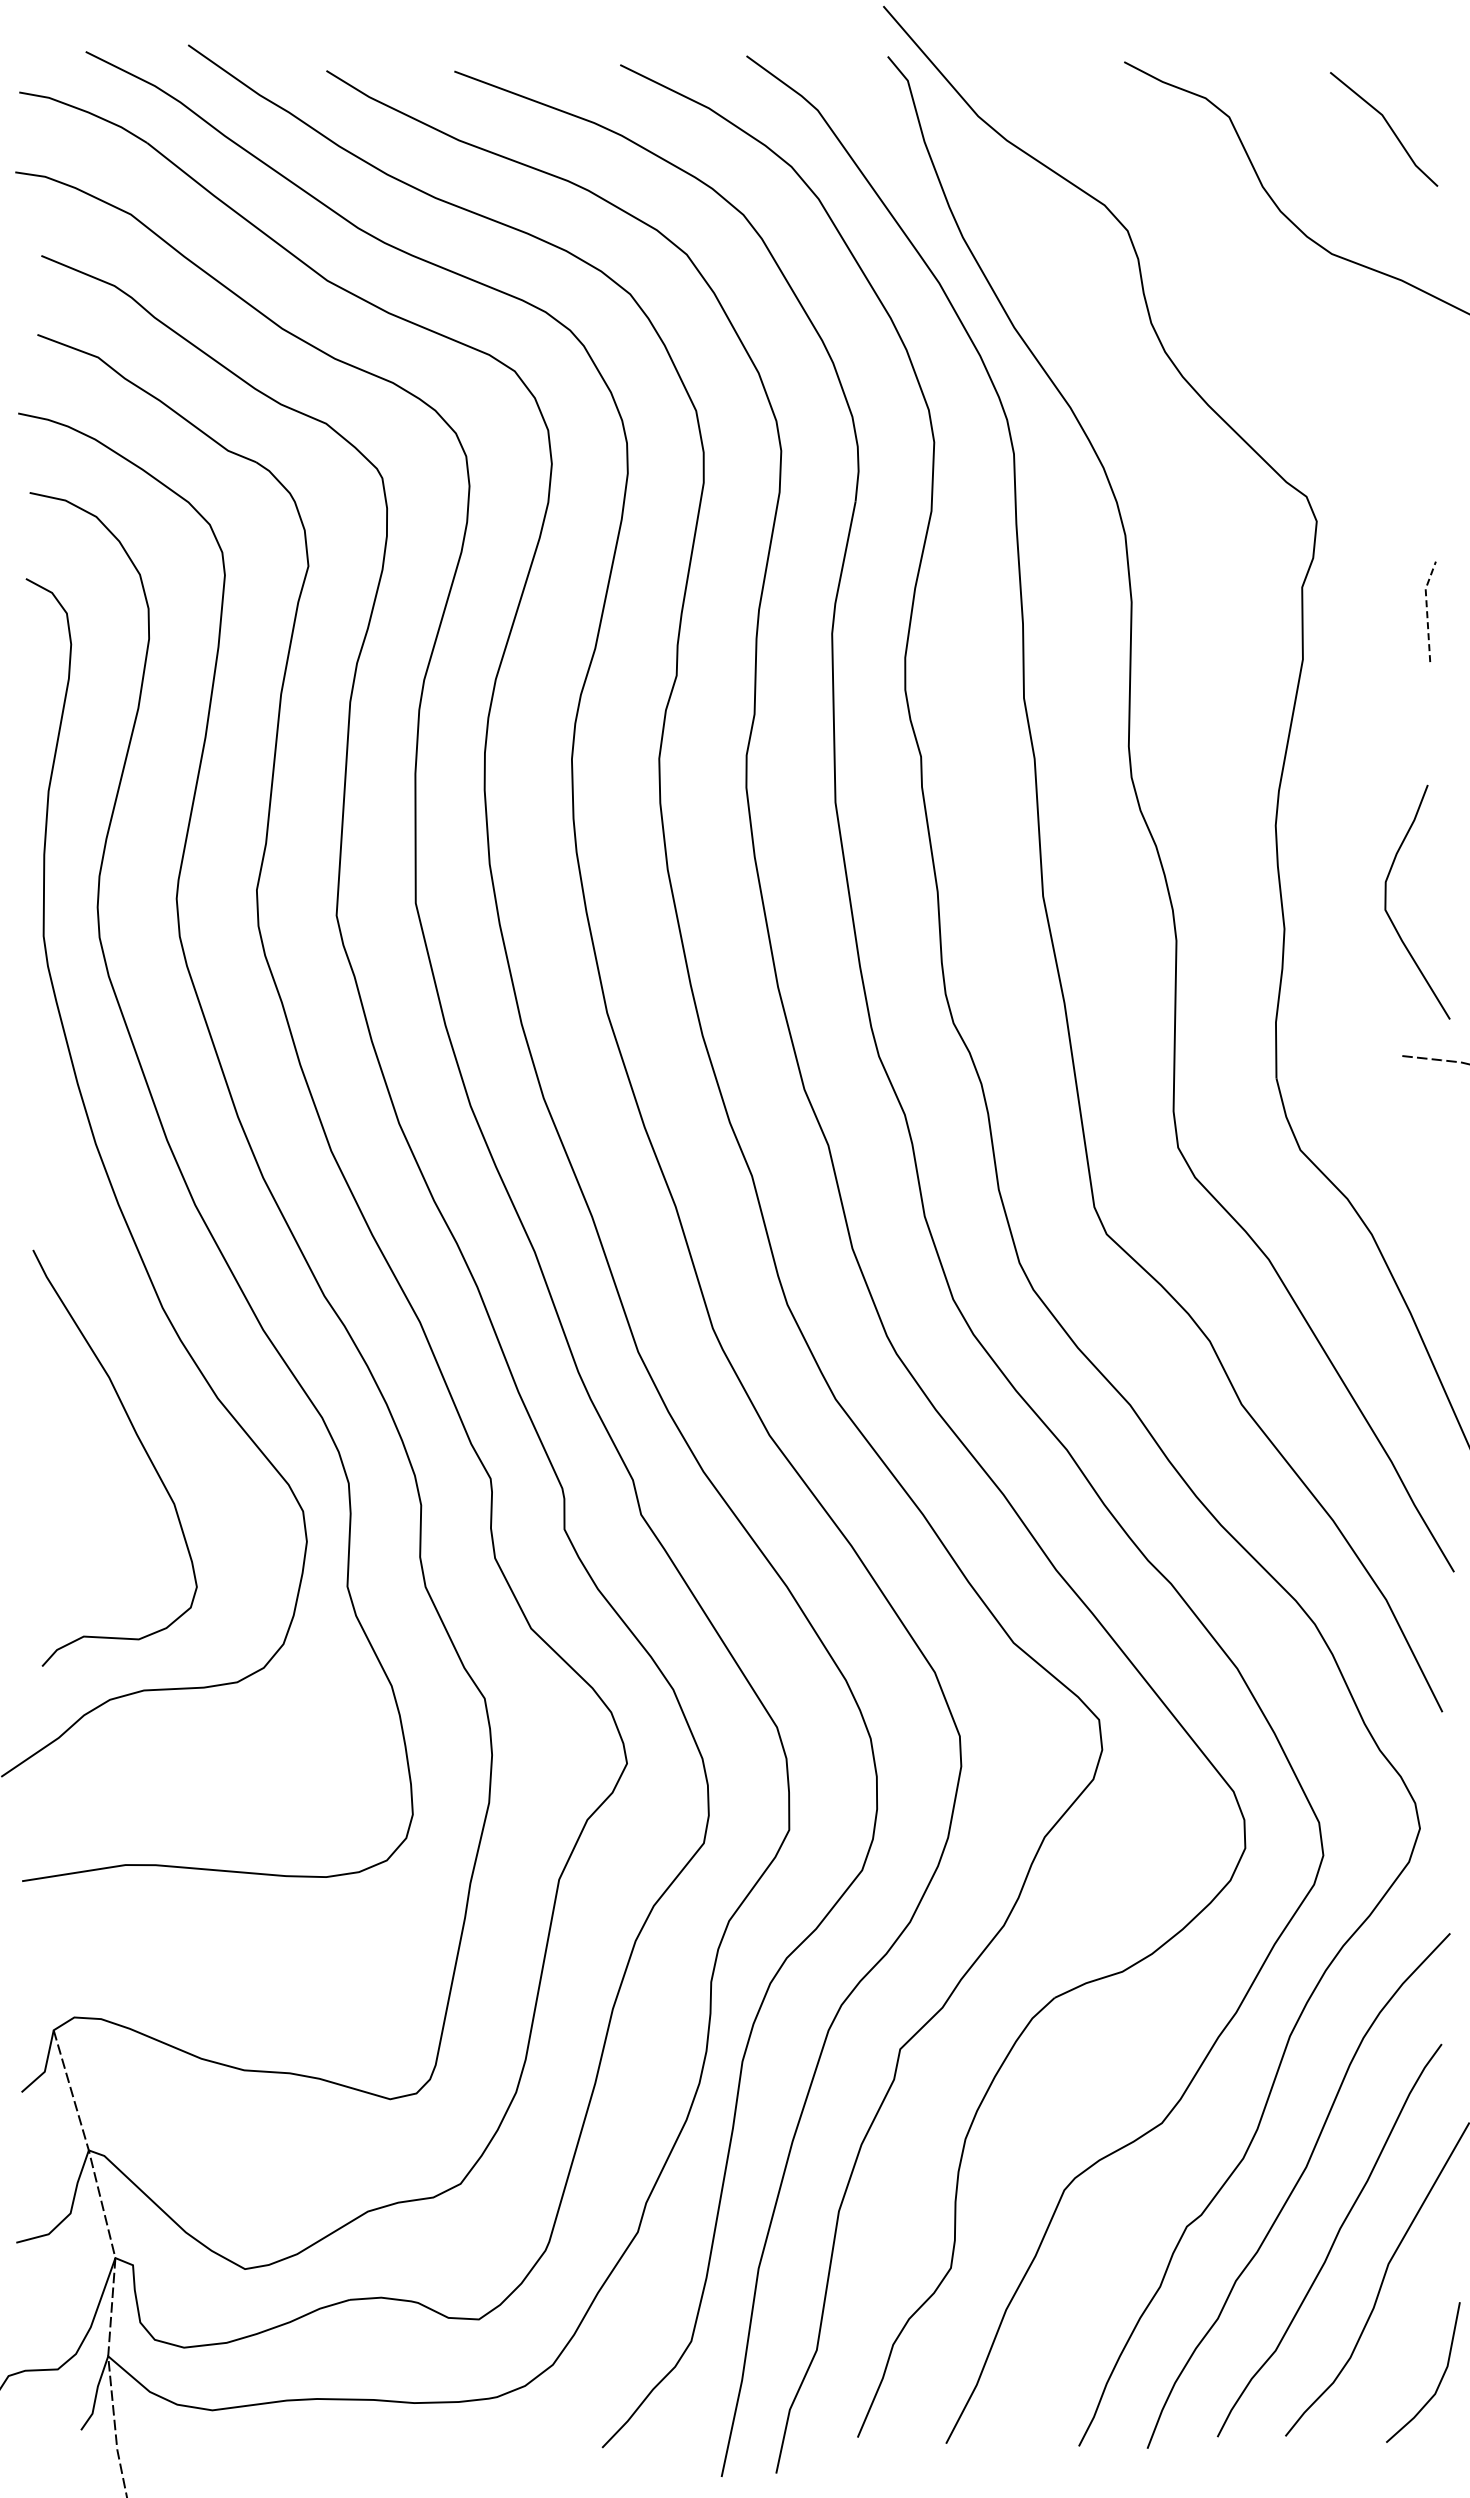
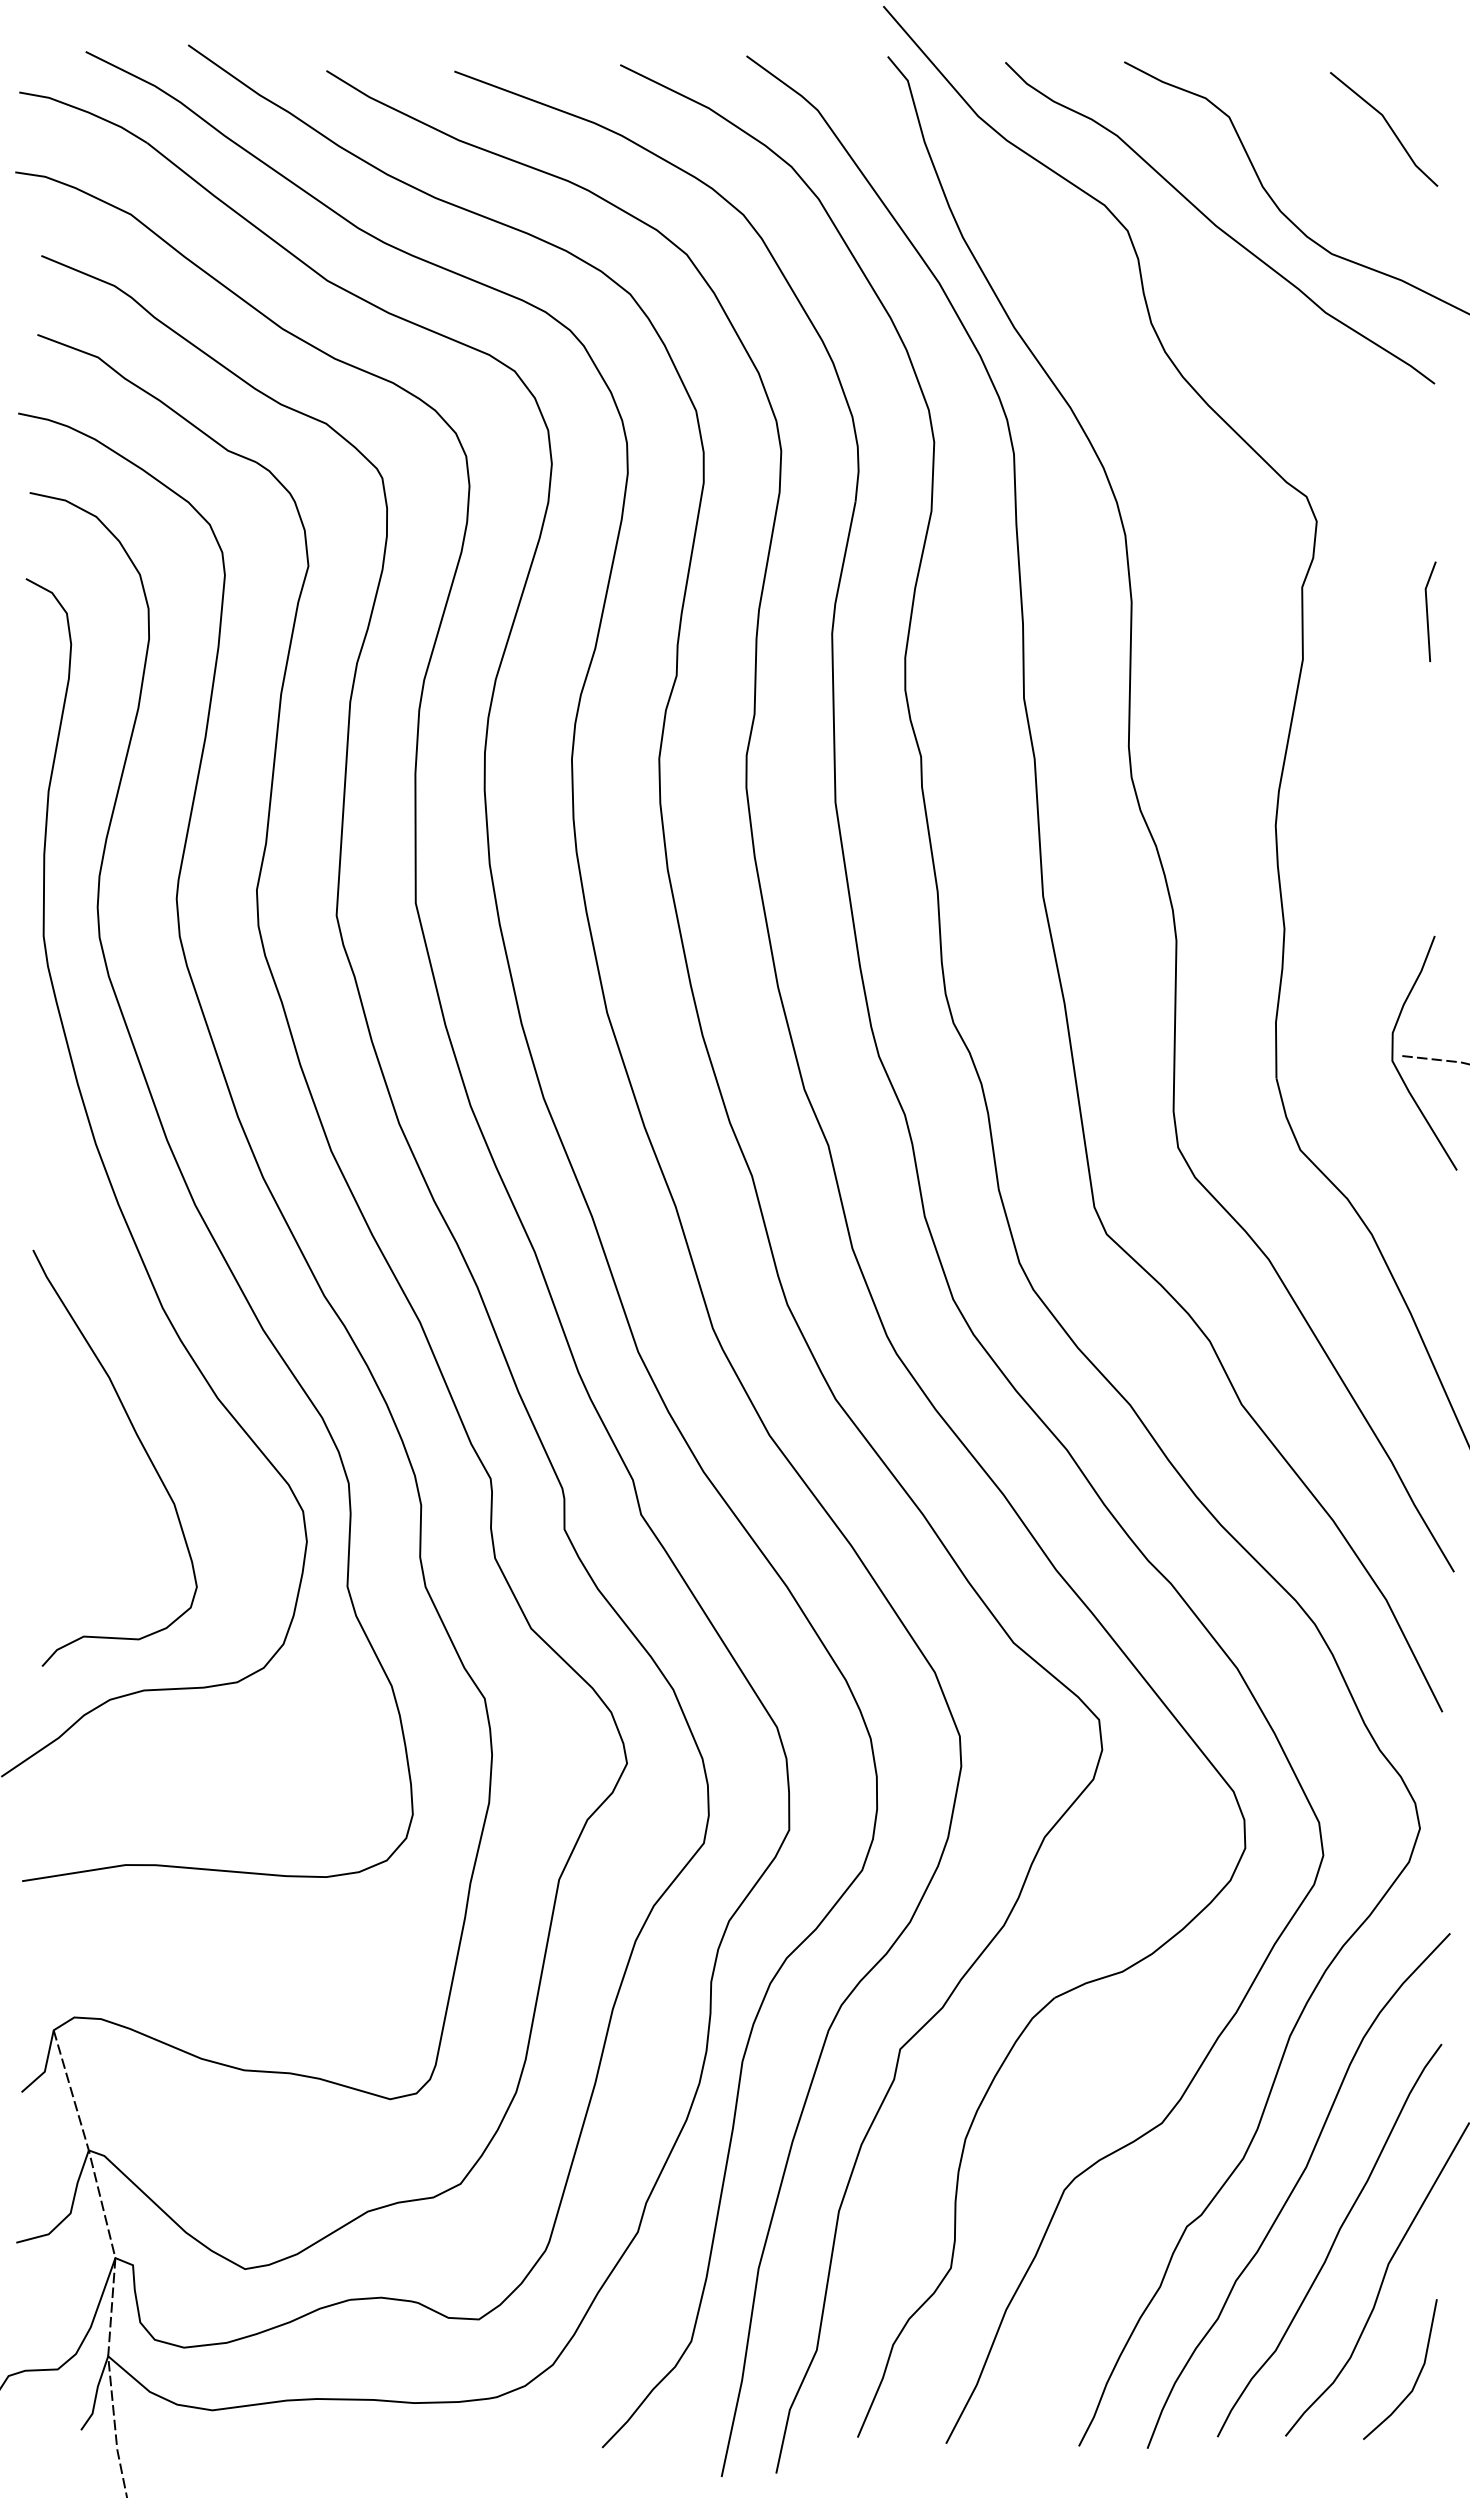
curve at (1217, 225): none -> present
line at (1426, 609): dashed -> solid
curve at (1386, 901) position: (1386, 901) -> (1393, 1052)
line at (1439, 2381) position: (1439, 2381) -> (1416, 2378)
